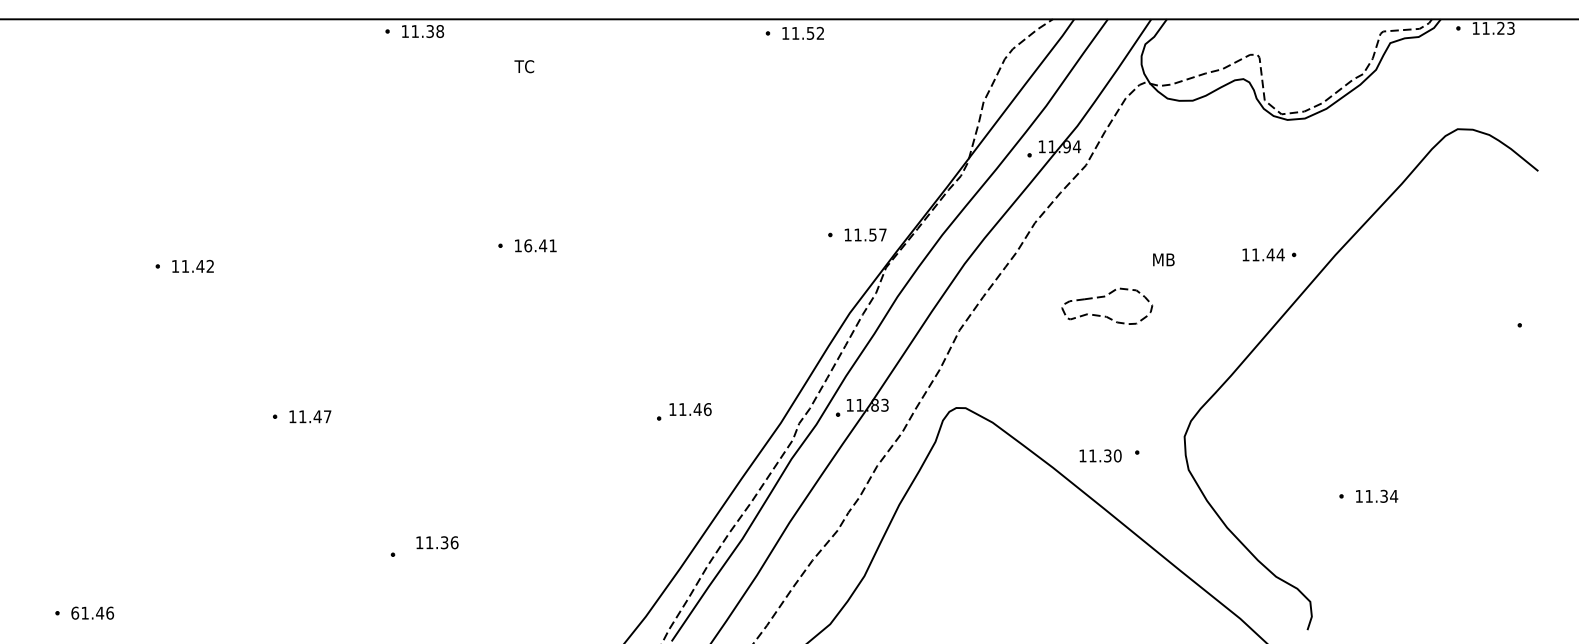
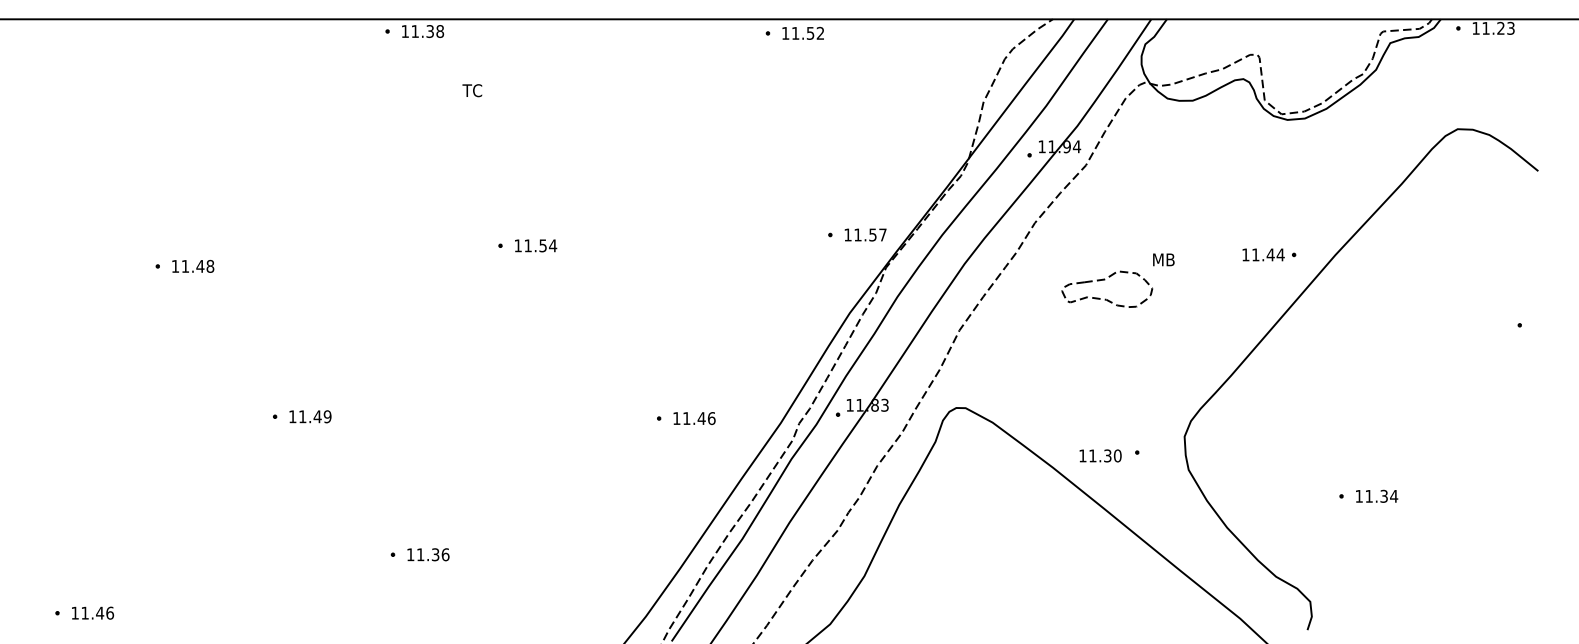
text at (524, 66) position: (524, 66) -> (472, 90)
text at (540, 245): 16.41 -> 11.54
text at (210, 266): 11.42 -> 11.48
part at (1105, 297) position: (1105, 297) -> (1105, 280)
text at (690, 409) position: (690, 409) -> (694, 418)
text at (327, 416): 11.47 -> 11.49
text at (437, 542) position: (437, 542) -> (428, 554)
text at (75, 612): 61.46 -> 11.46
